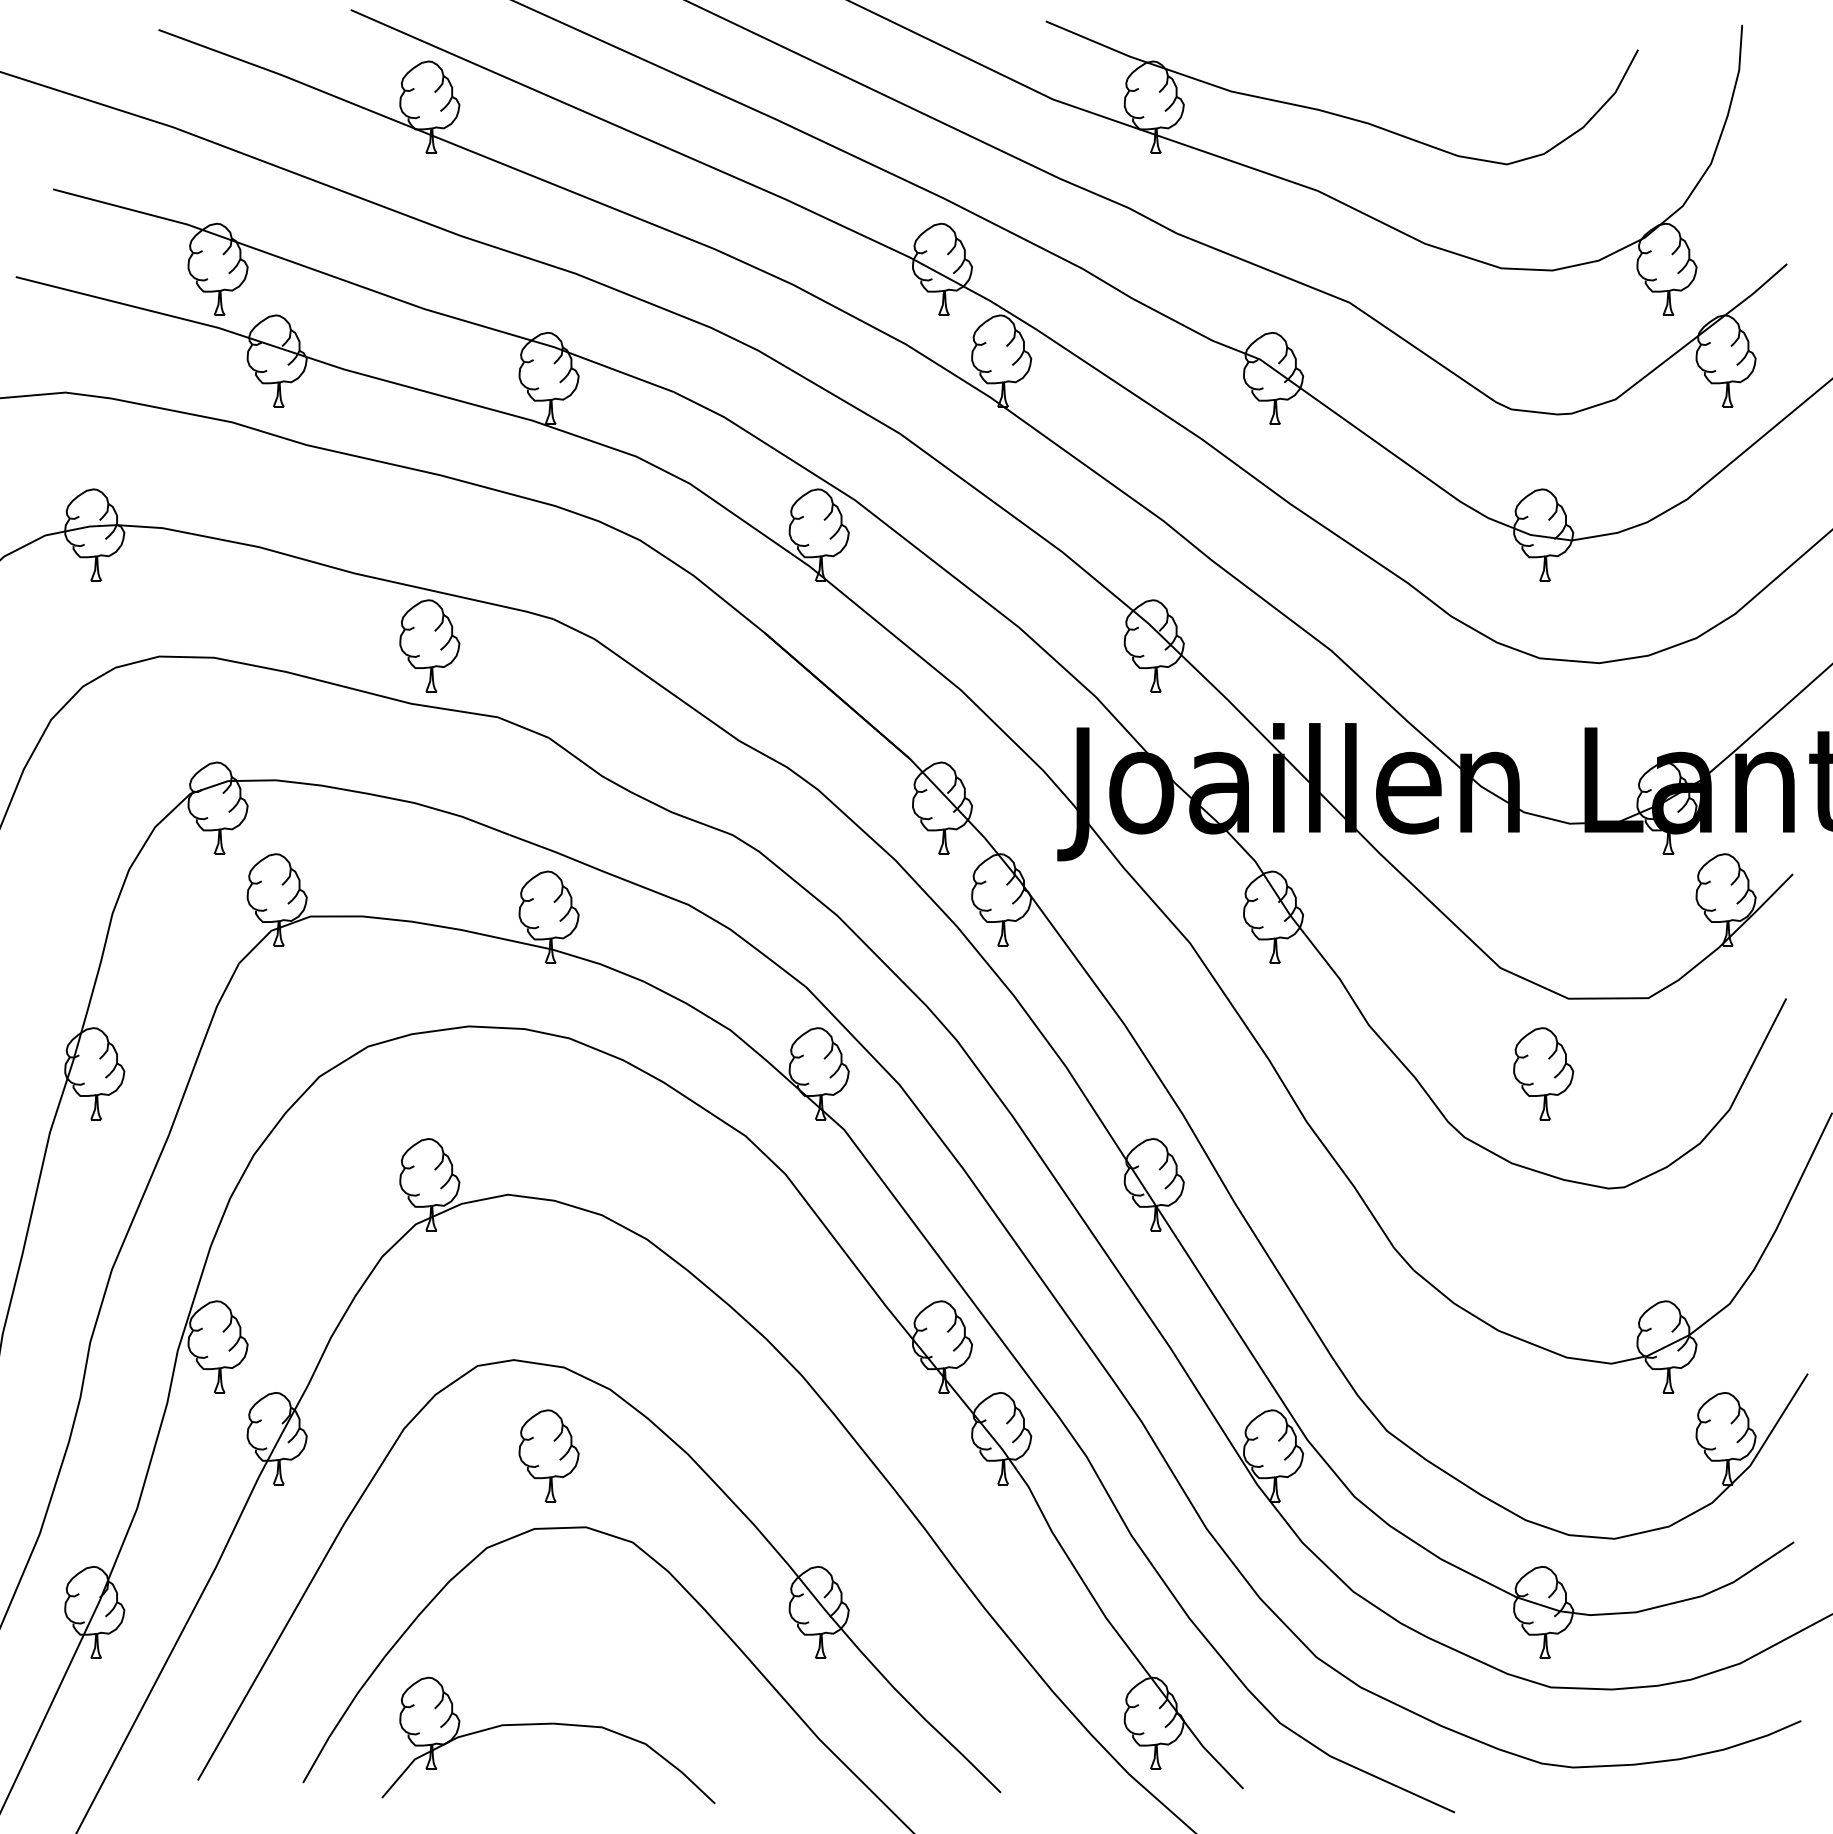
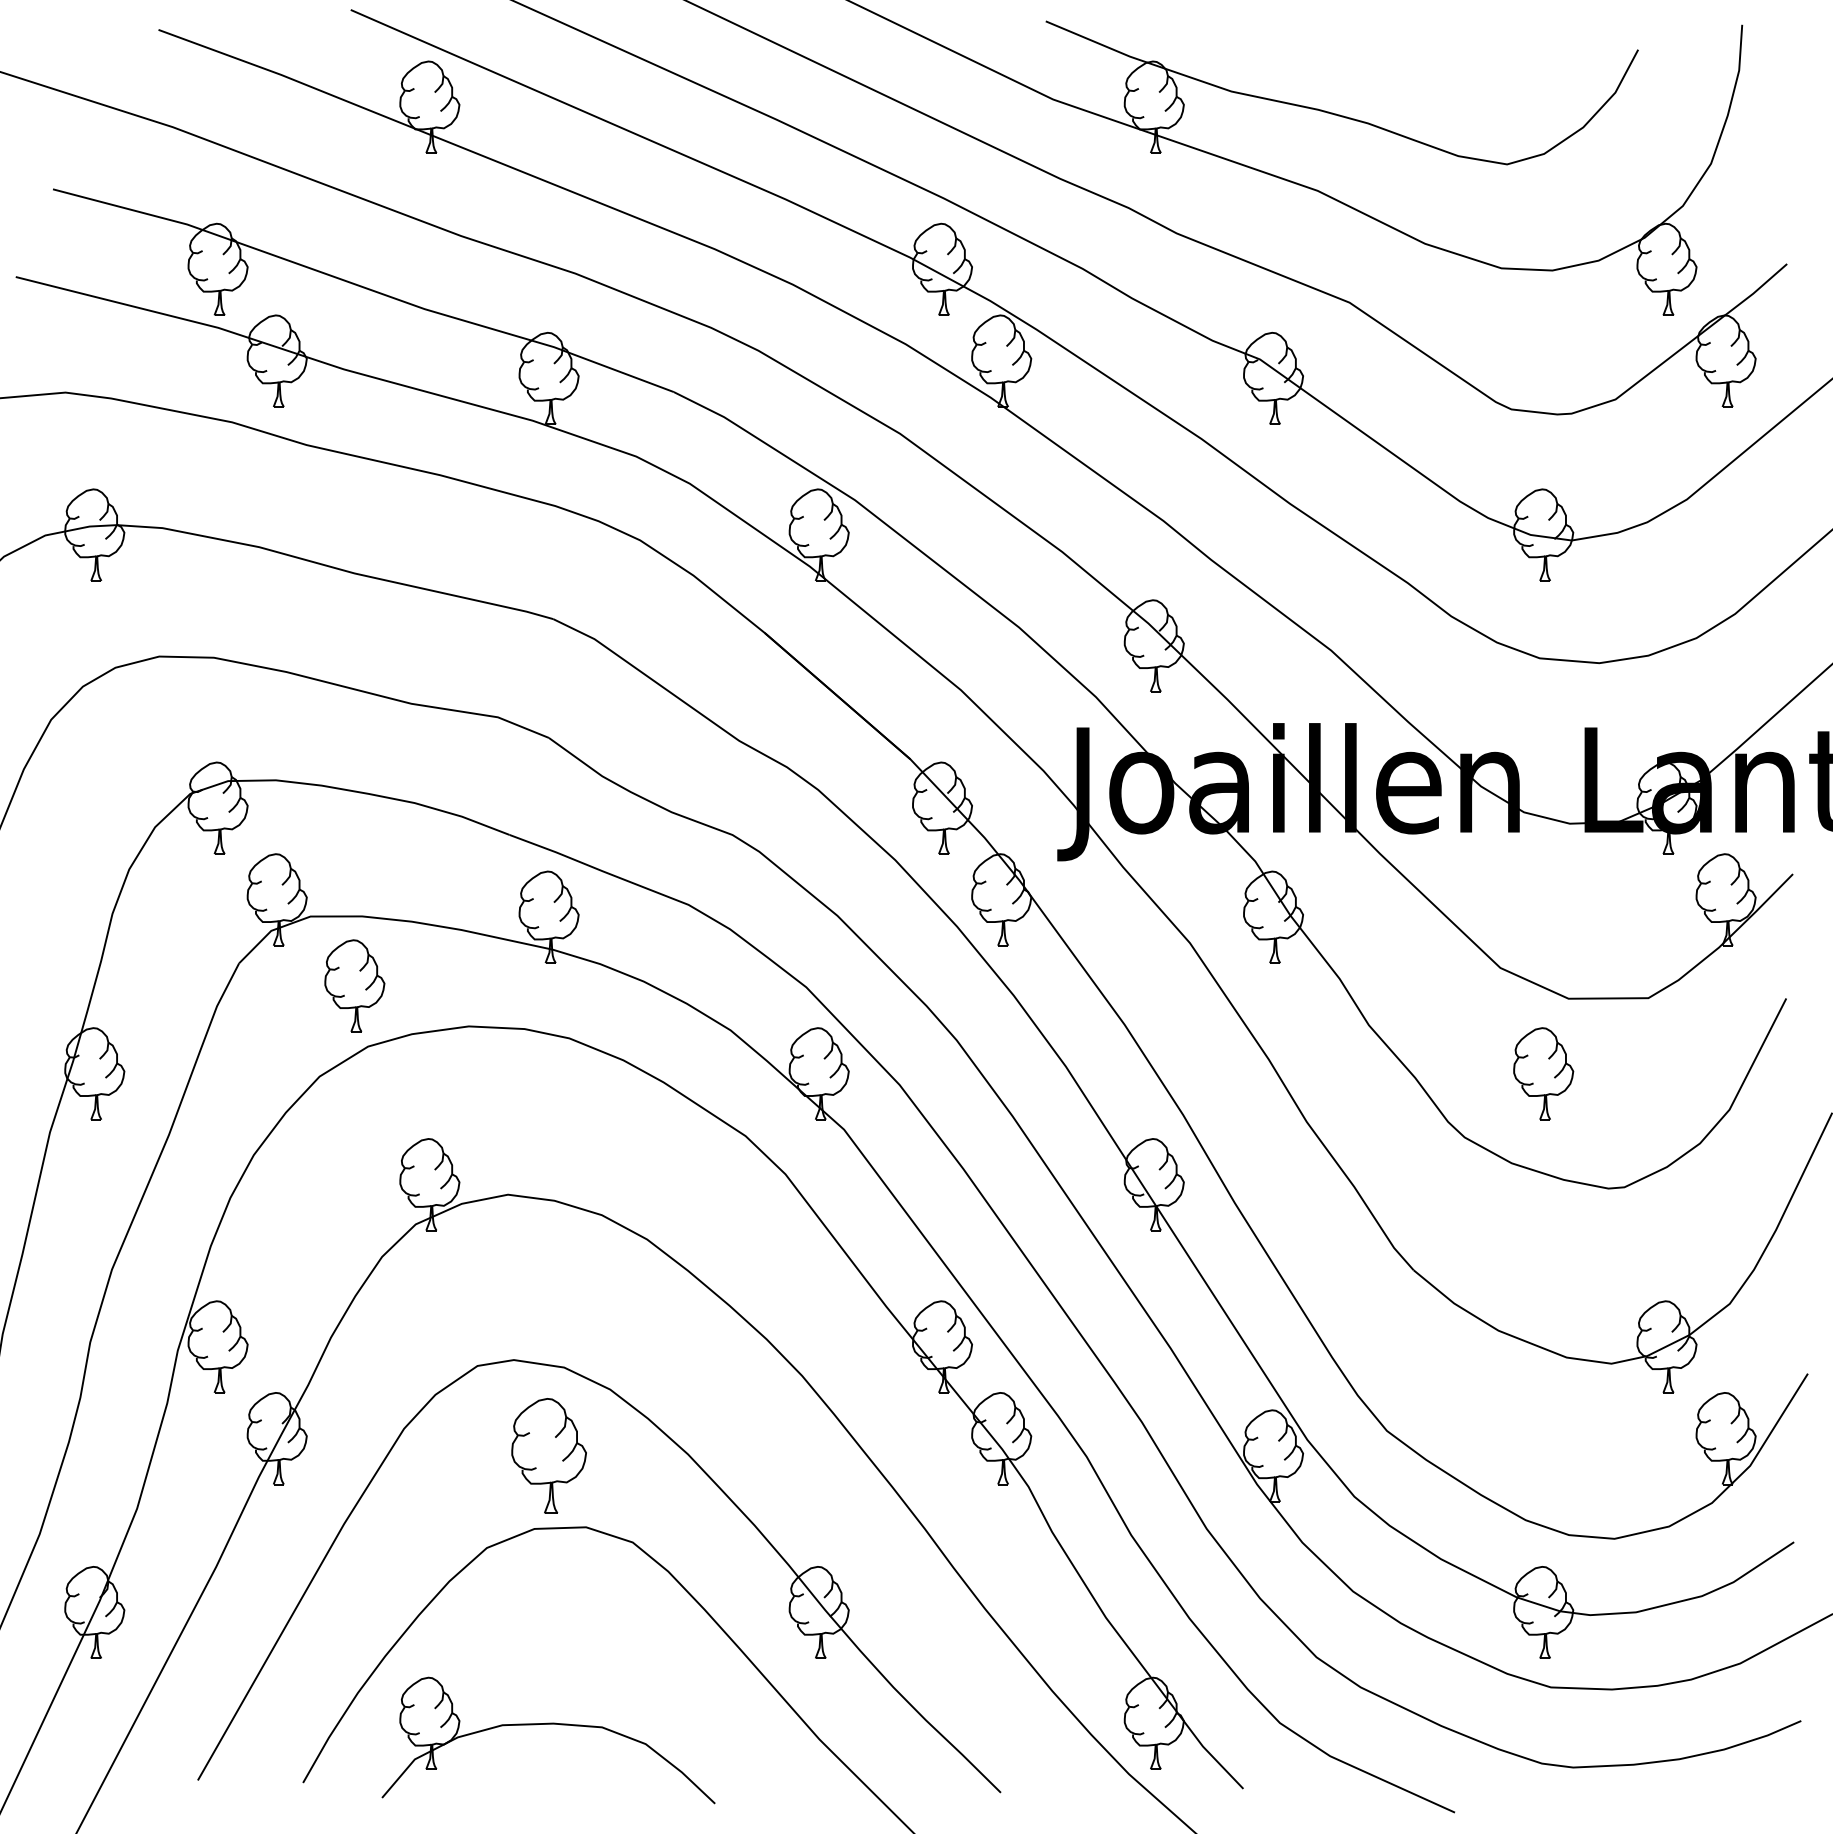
part at (429, 645) position: (429, 645) -> (354, 985)
part at (548, 1455) size: 62x94 px -> 76x116 px
